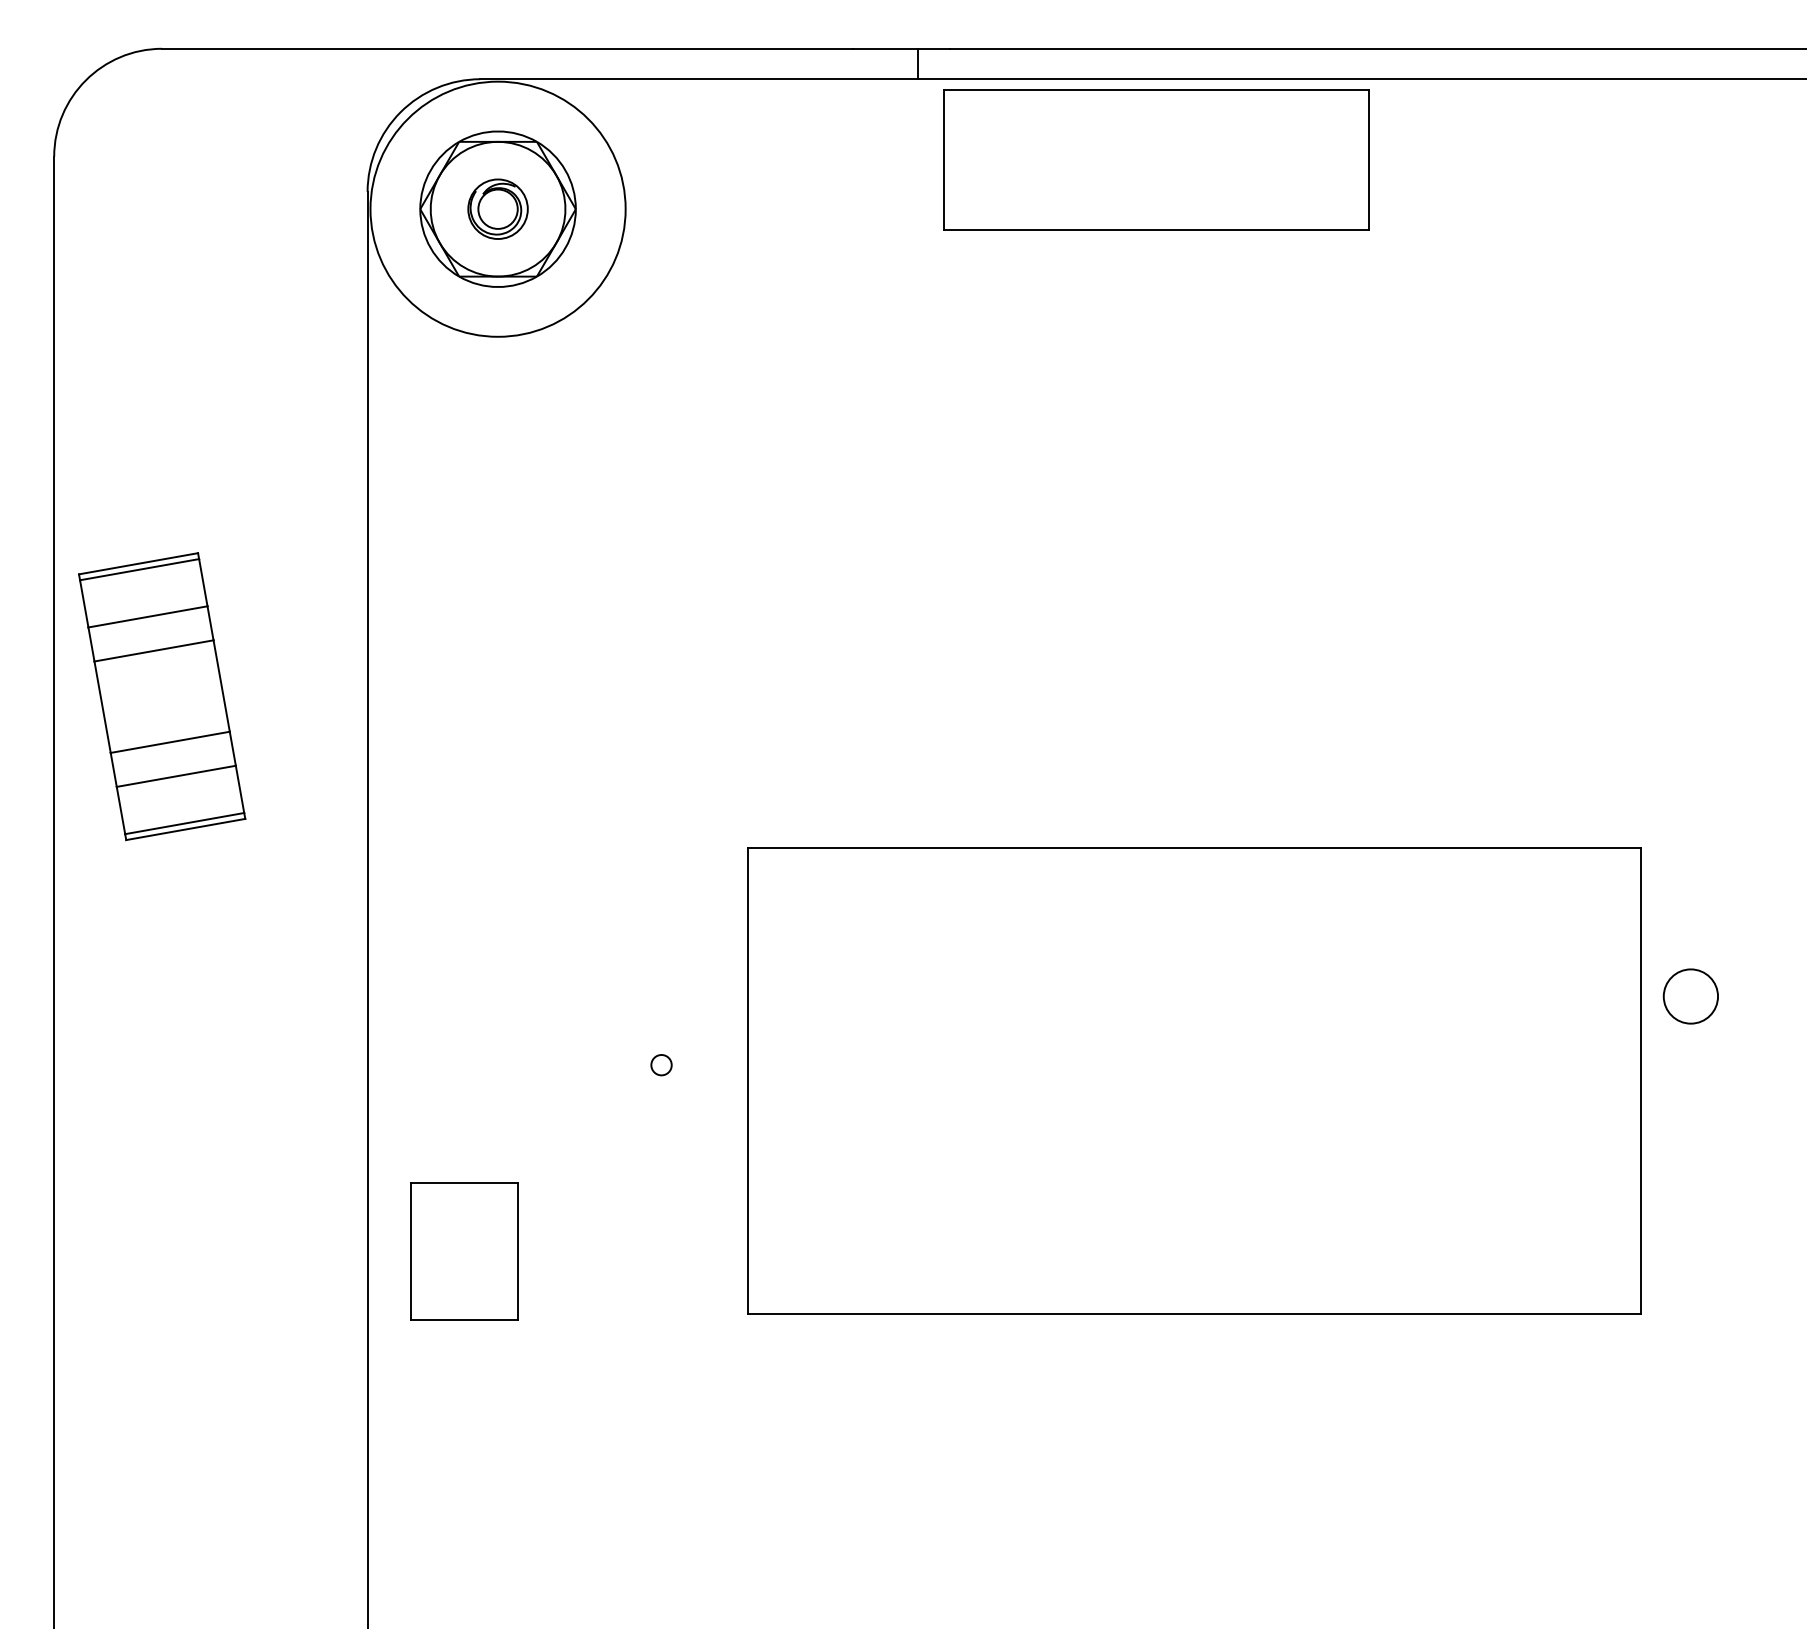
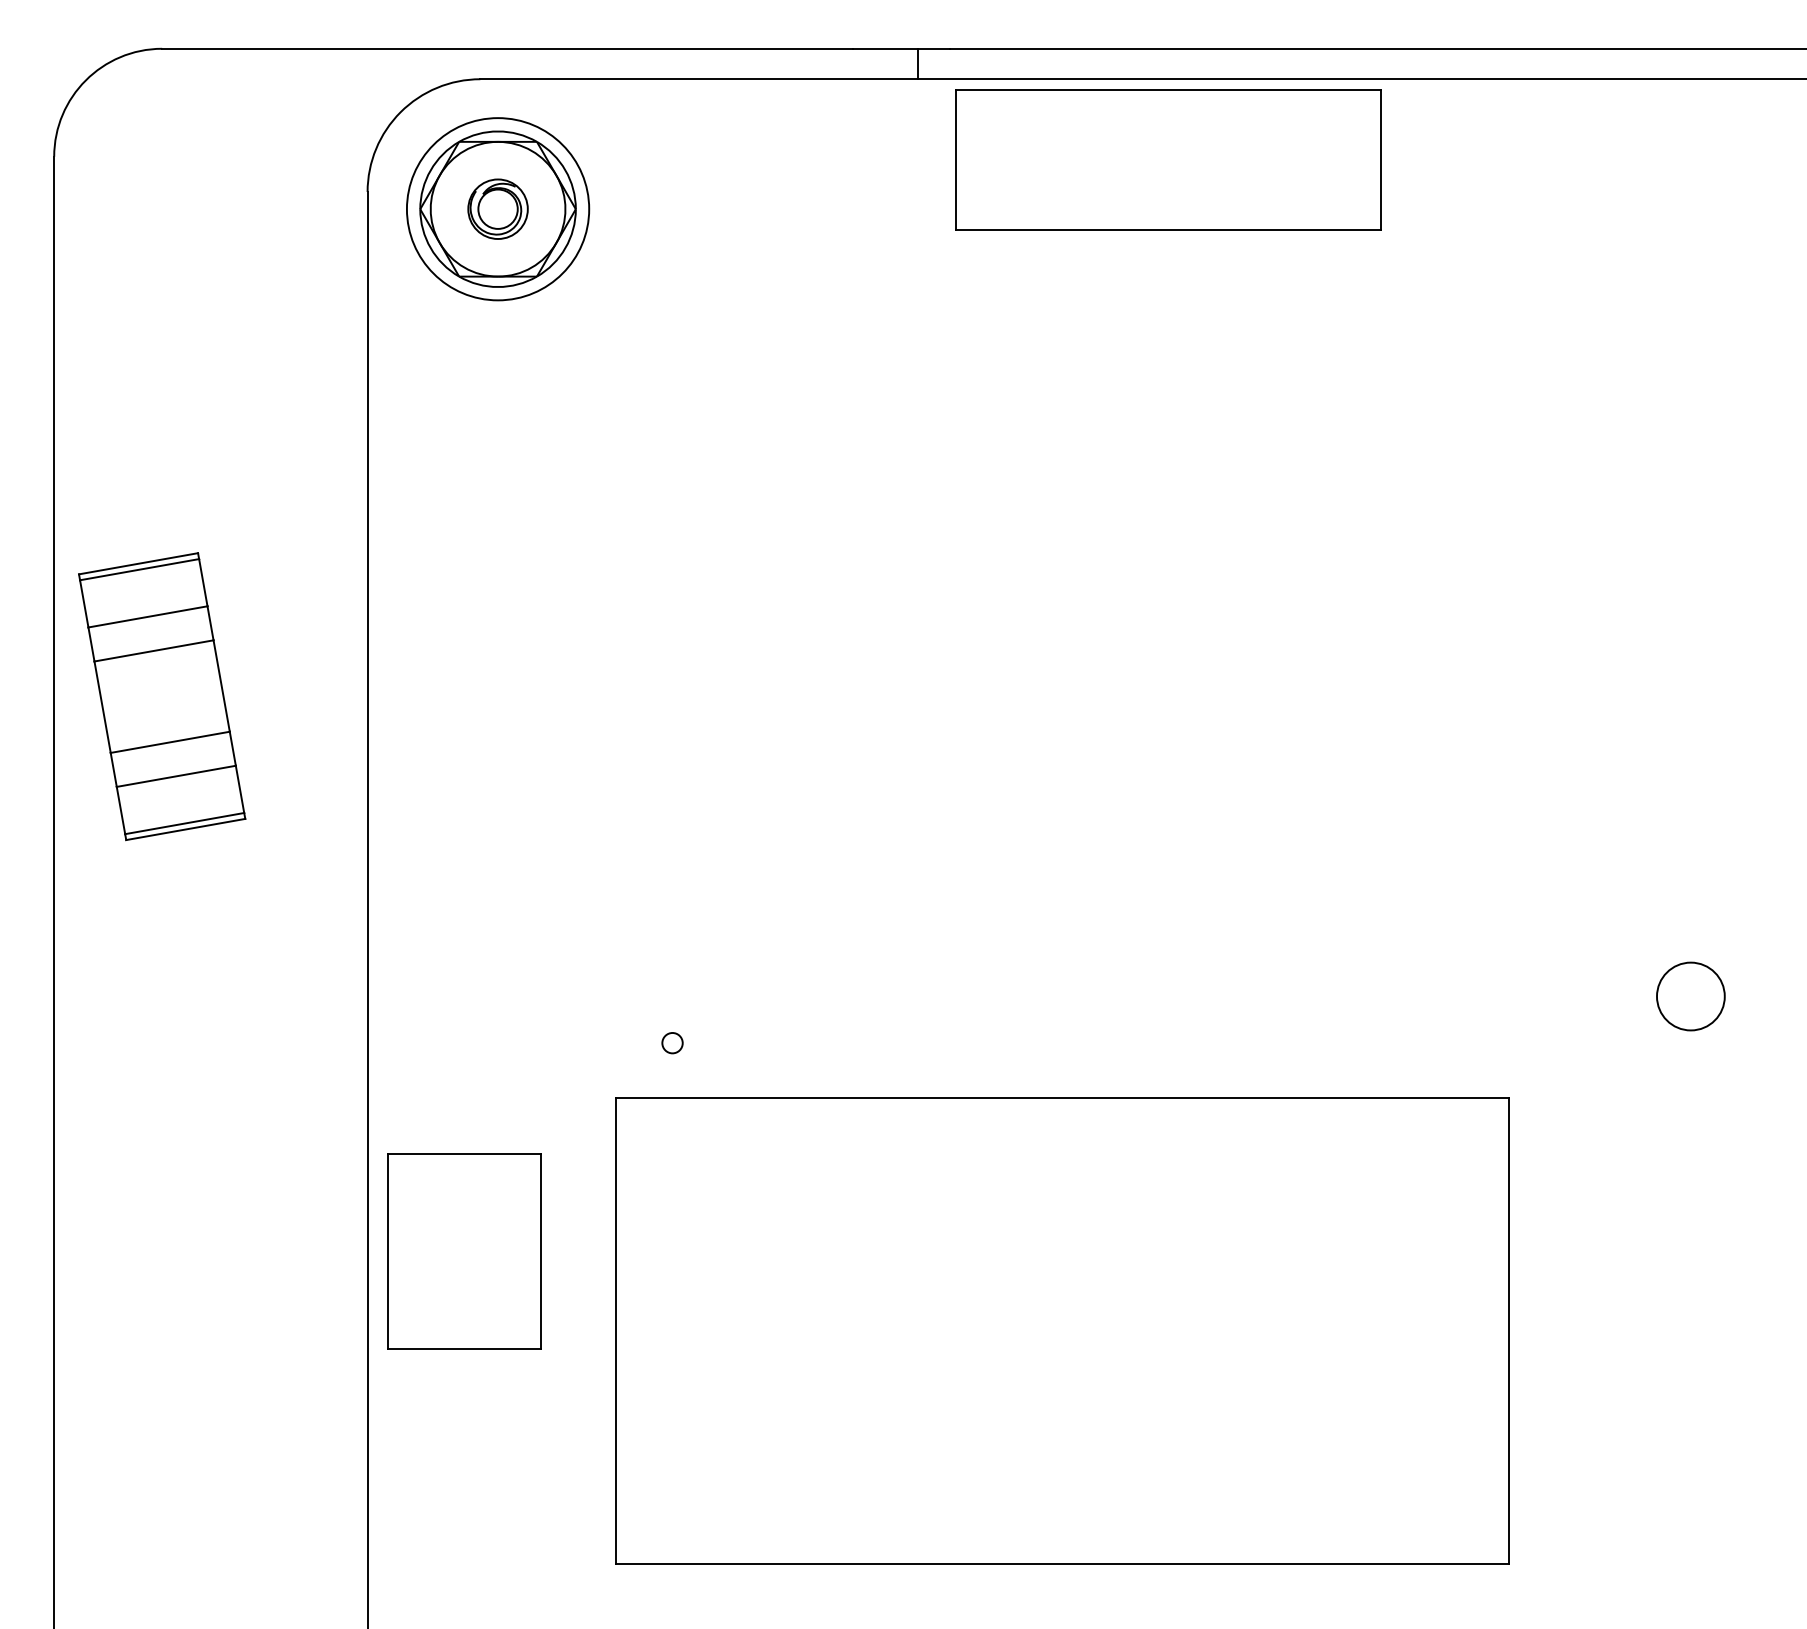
part at (1156, 159) position: (1156, 159) -> (1168, 159)
circle at (497, 208) diameter: 255 px -> 182 px
circle at (1690, 996) diameter: 54 px -> 68 px
circle at (661, 1065) position: (661, 1065) -> (672, 1043)
part at (1194, 1080) position: (1194, 1080) -> (1062, 1330)
part at (464, 1251) size: 109x139 px -> 155x197 px
